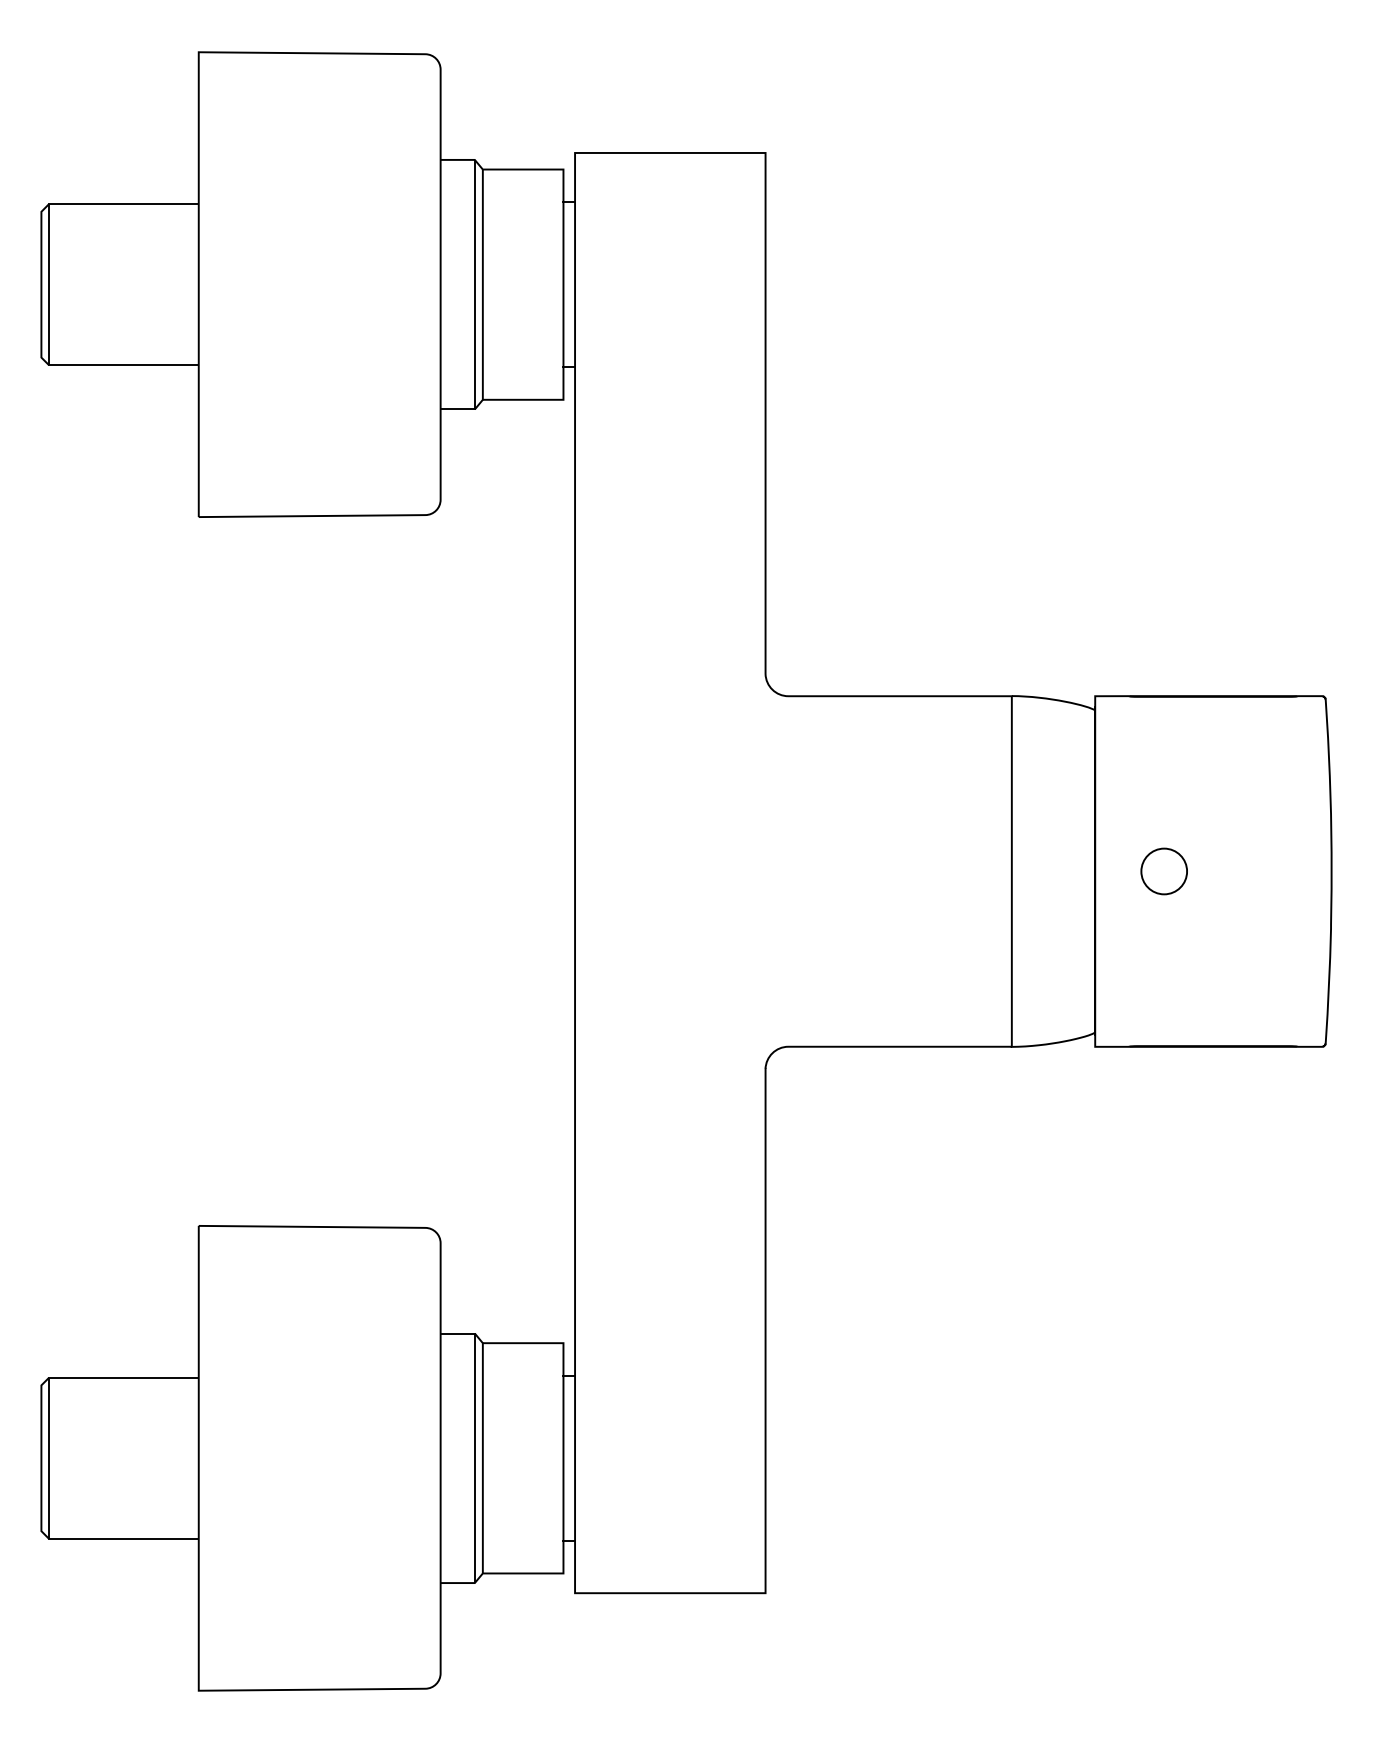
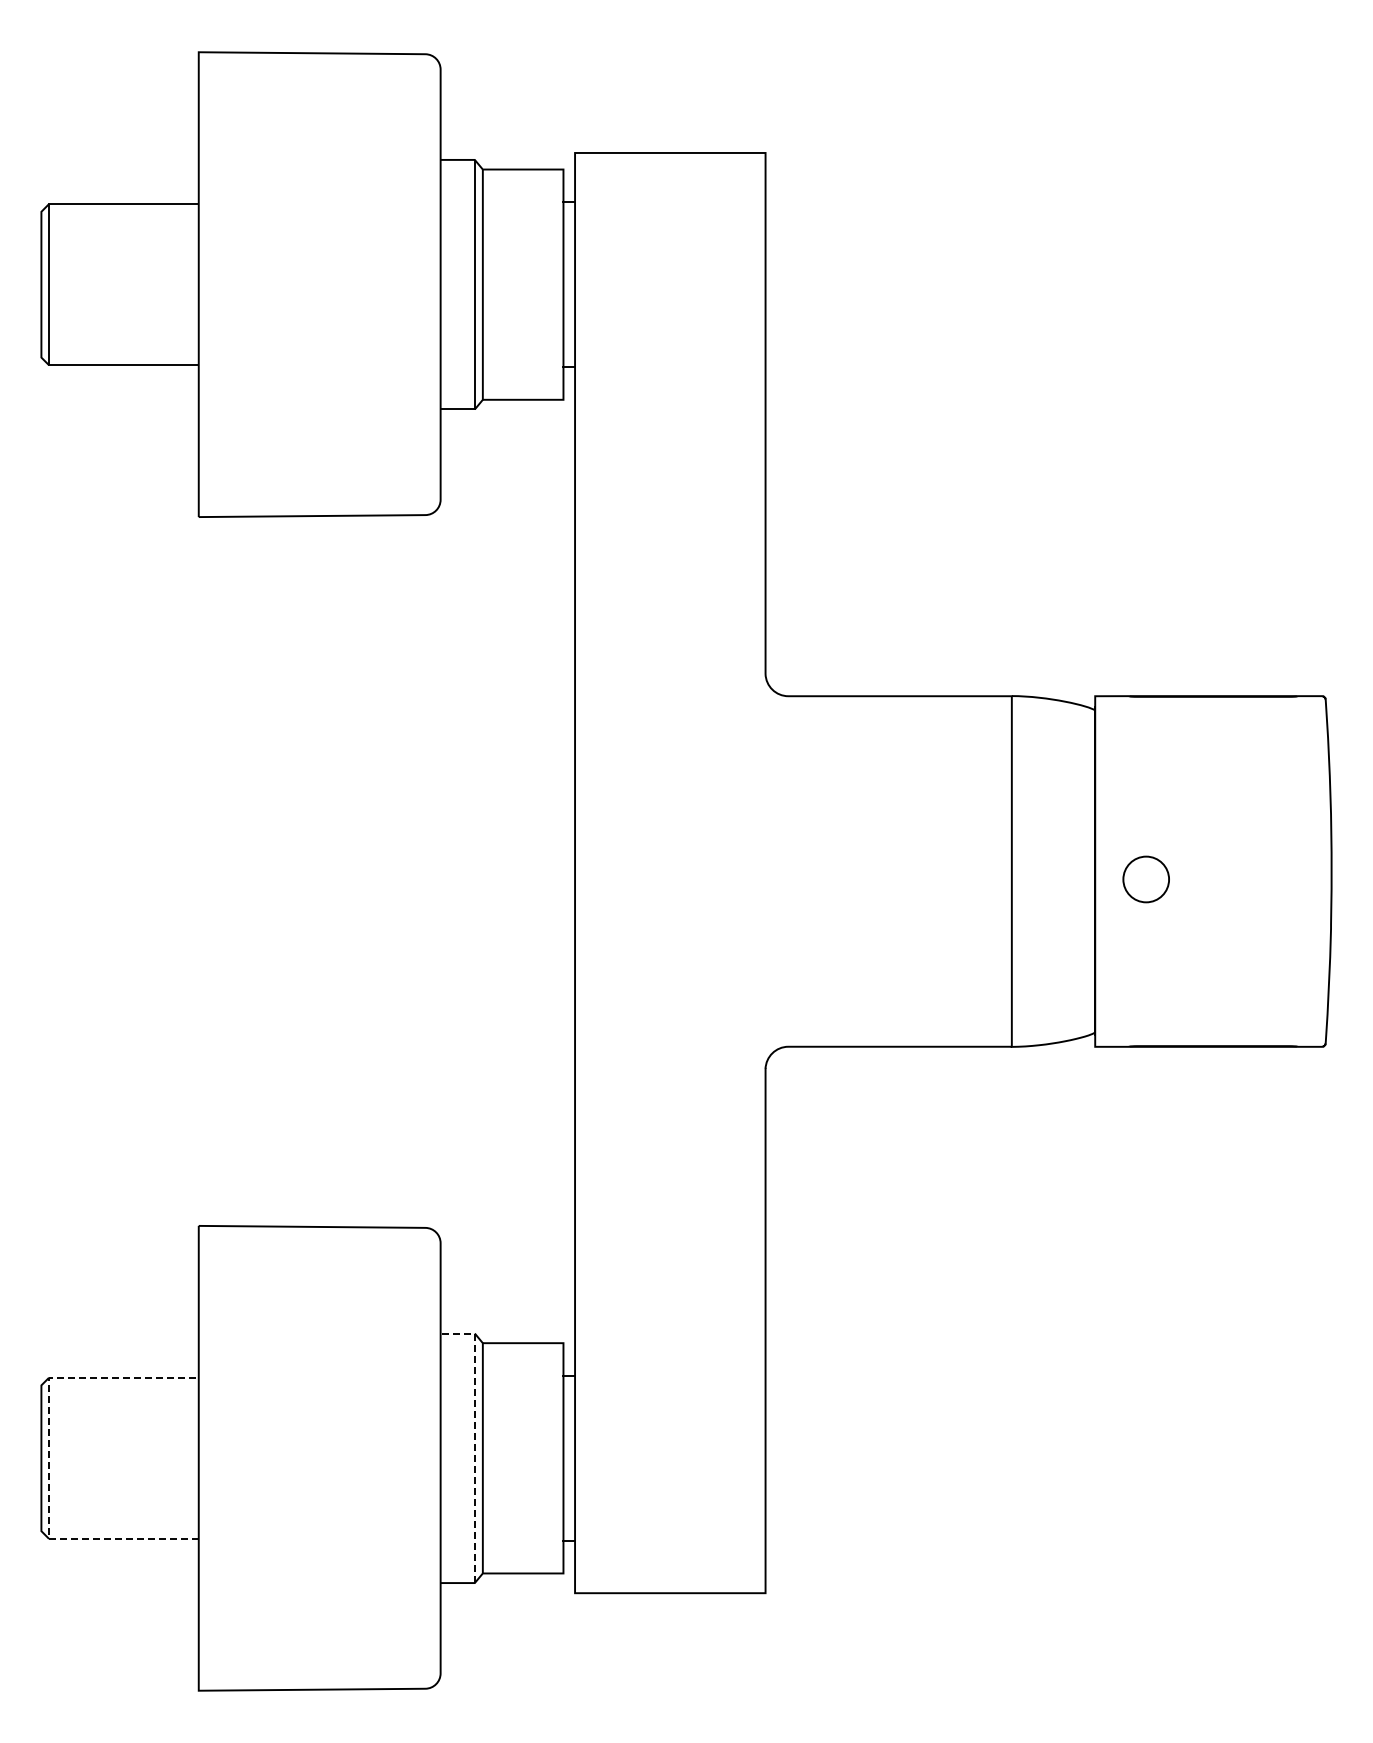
circle at (1163, 871) position: (1163, 871) -> (1145, 879)
line at (474, 1440): solid -> dashed
line at (49, 1458): solid -> dashed
